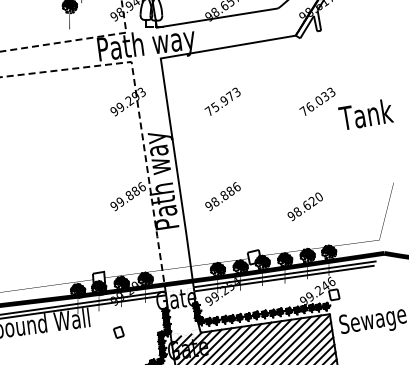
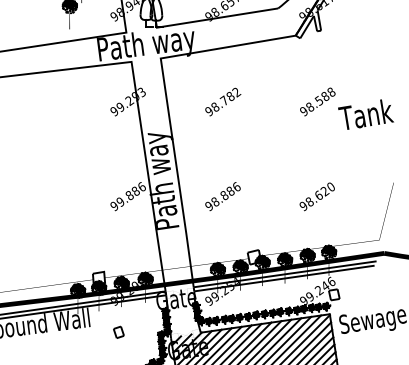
line at (80, 39): dashed -> solid
text at (222, 101): 75.973 -> 98.782
text at (317, 101): 76.033 -> 98.588
line at (139, 112): dashed -> solid
text at (304, 206) position: (304, 206) -> (316, 196)
